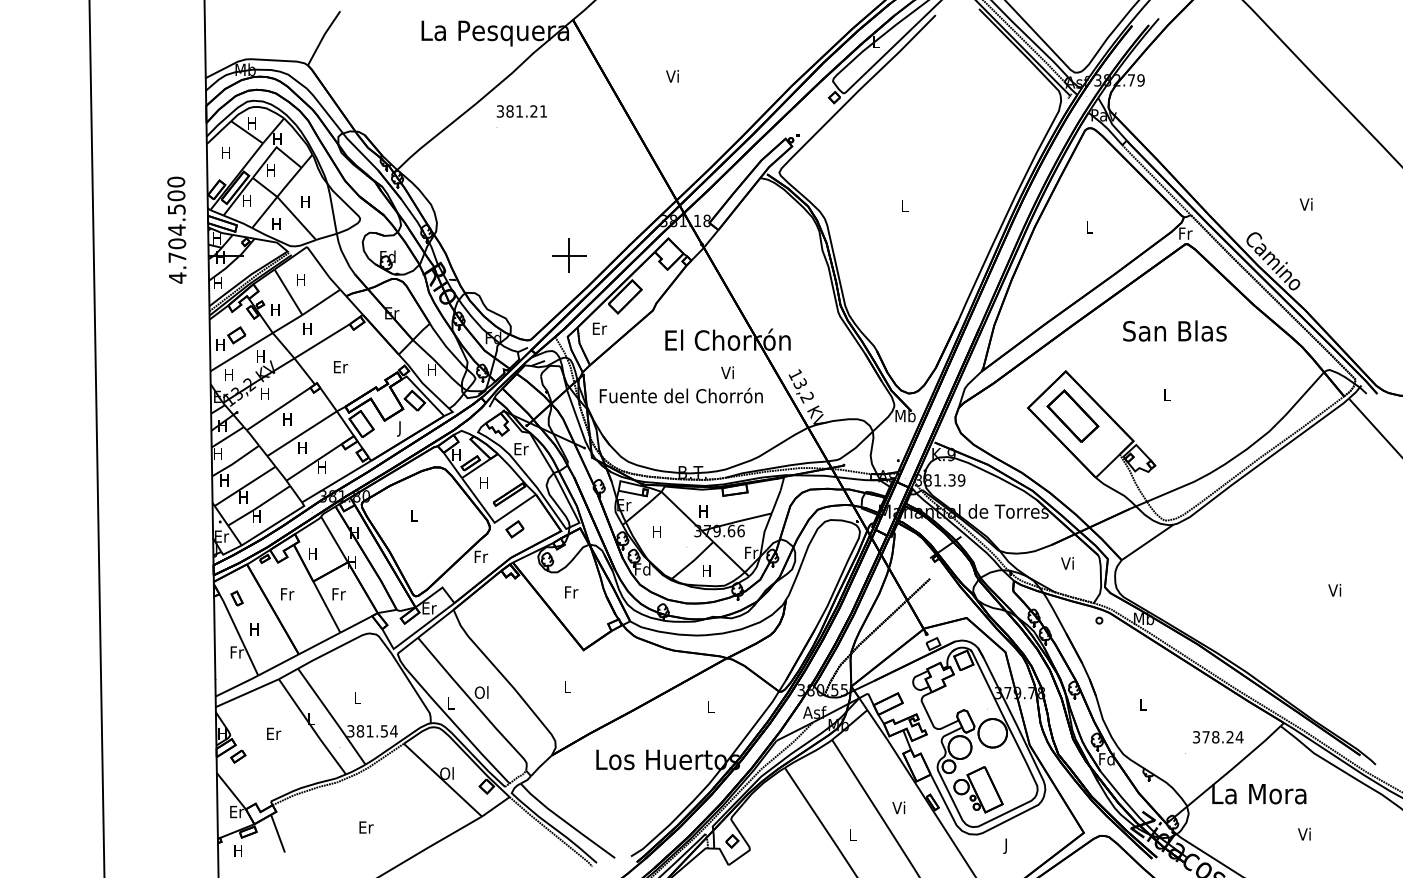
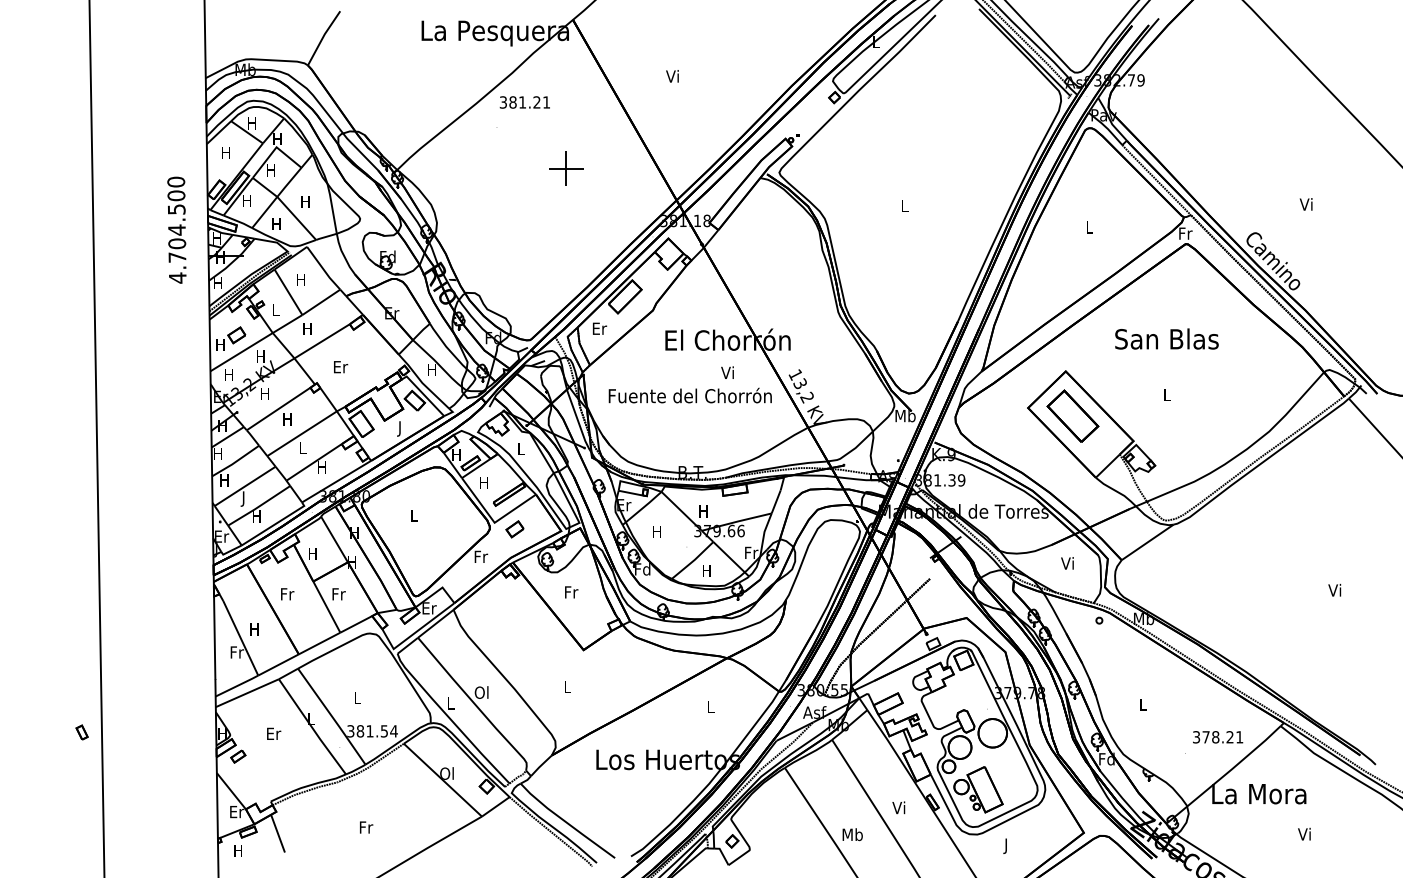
text at (521, 111) position: (521, 111) -> (524, 102)
part at (569, 255) position: (569, 255) -> (566, 168)
text at (275, 309): H -> L
text at (1174, 330) position: (1174, 330) -> (1166, 338)
text at (680, 395) position: (680, 395) -> (689, 395)
text at (302, 447): H -> L
text at (521, 449): Er -> L
text at (243, 498): H -> J
part at (236, 598) position: (236, 598) -> (81, 732)
text at (1239, 737): 378.24 -> 378.21
text at (366, 827): Er -> Fr
text at (852, 834): L -> Mb
